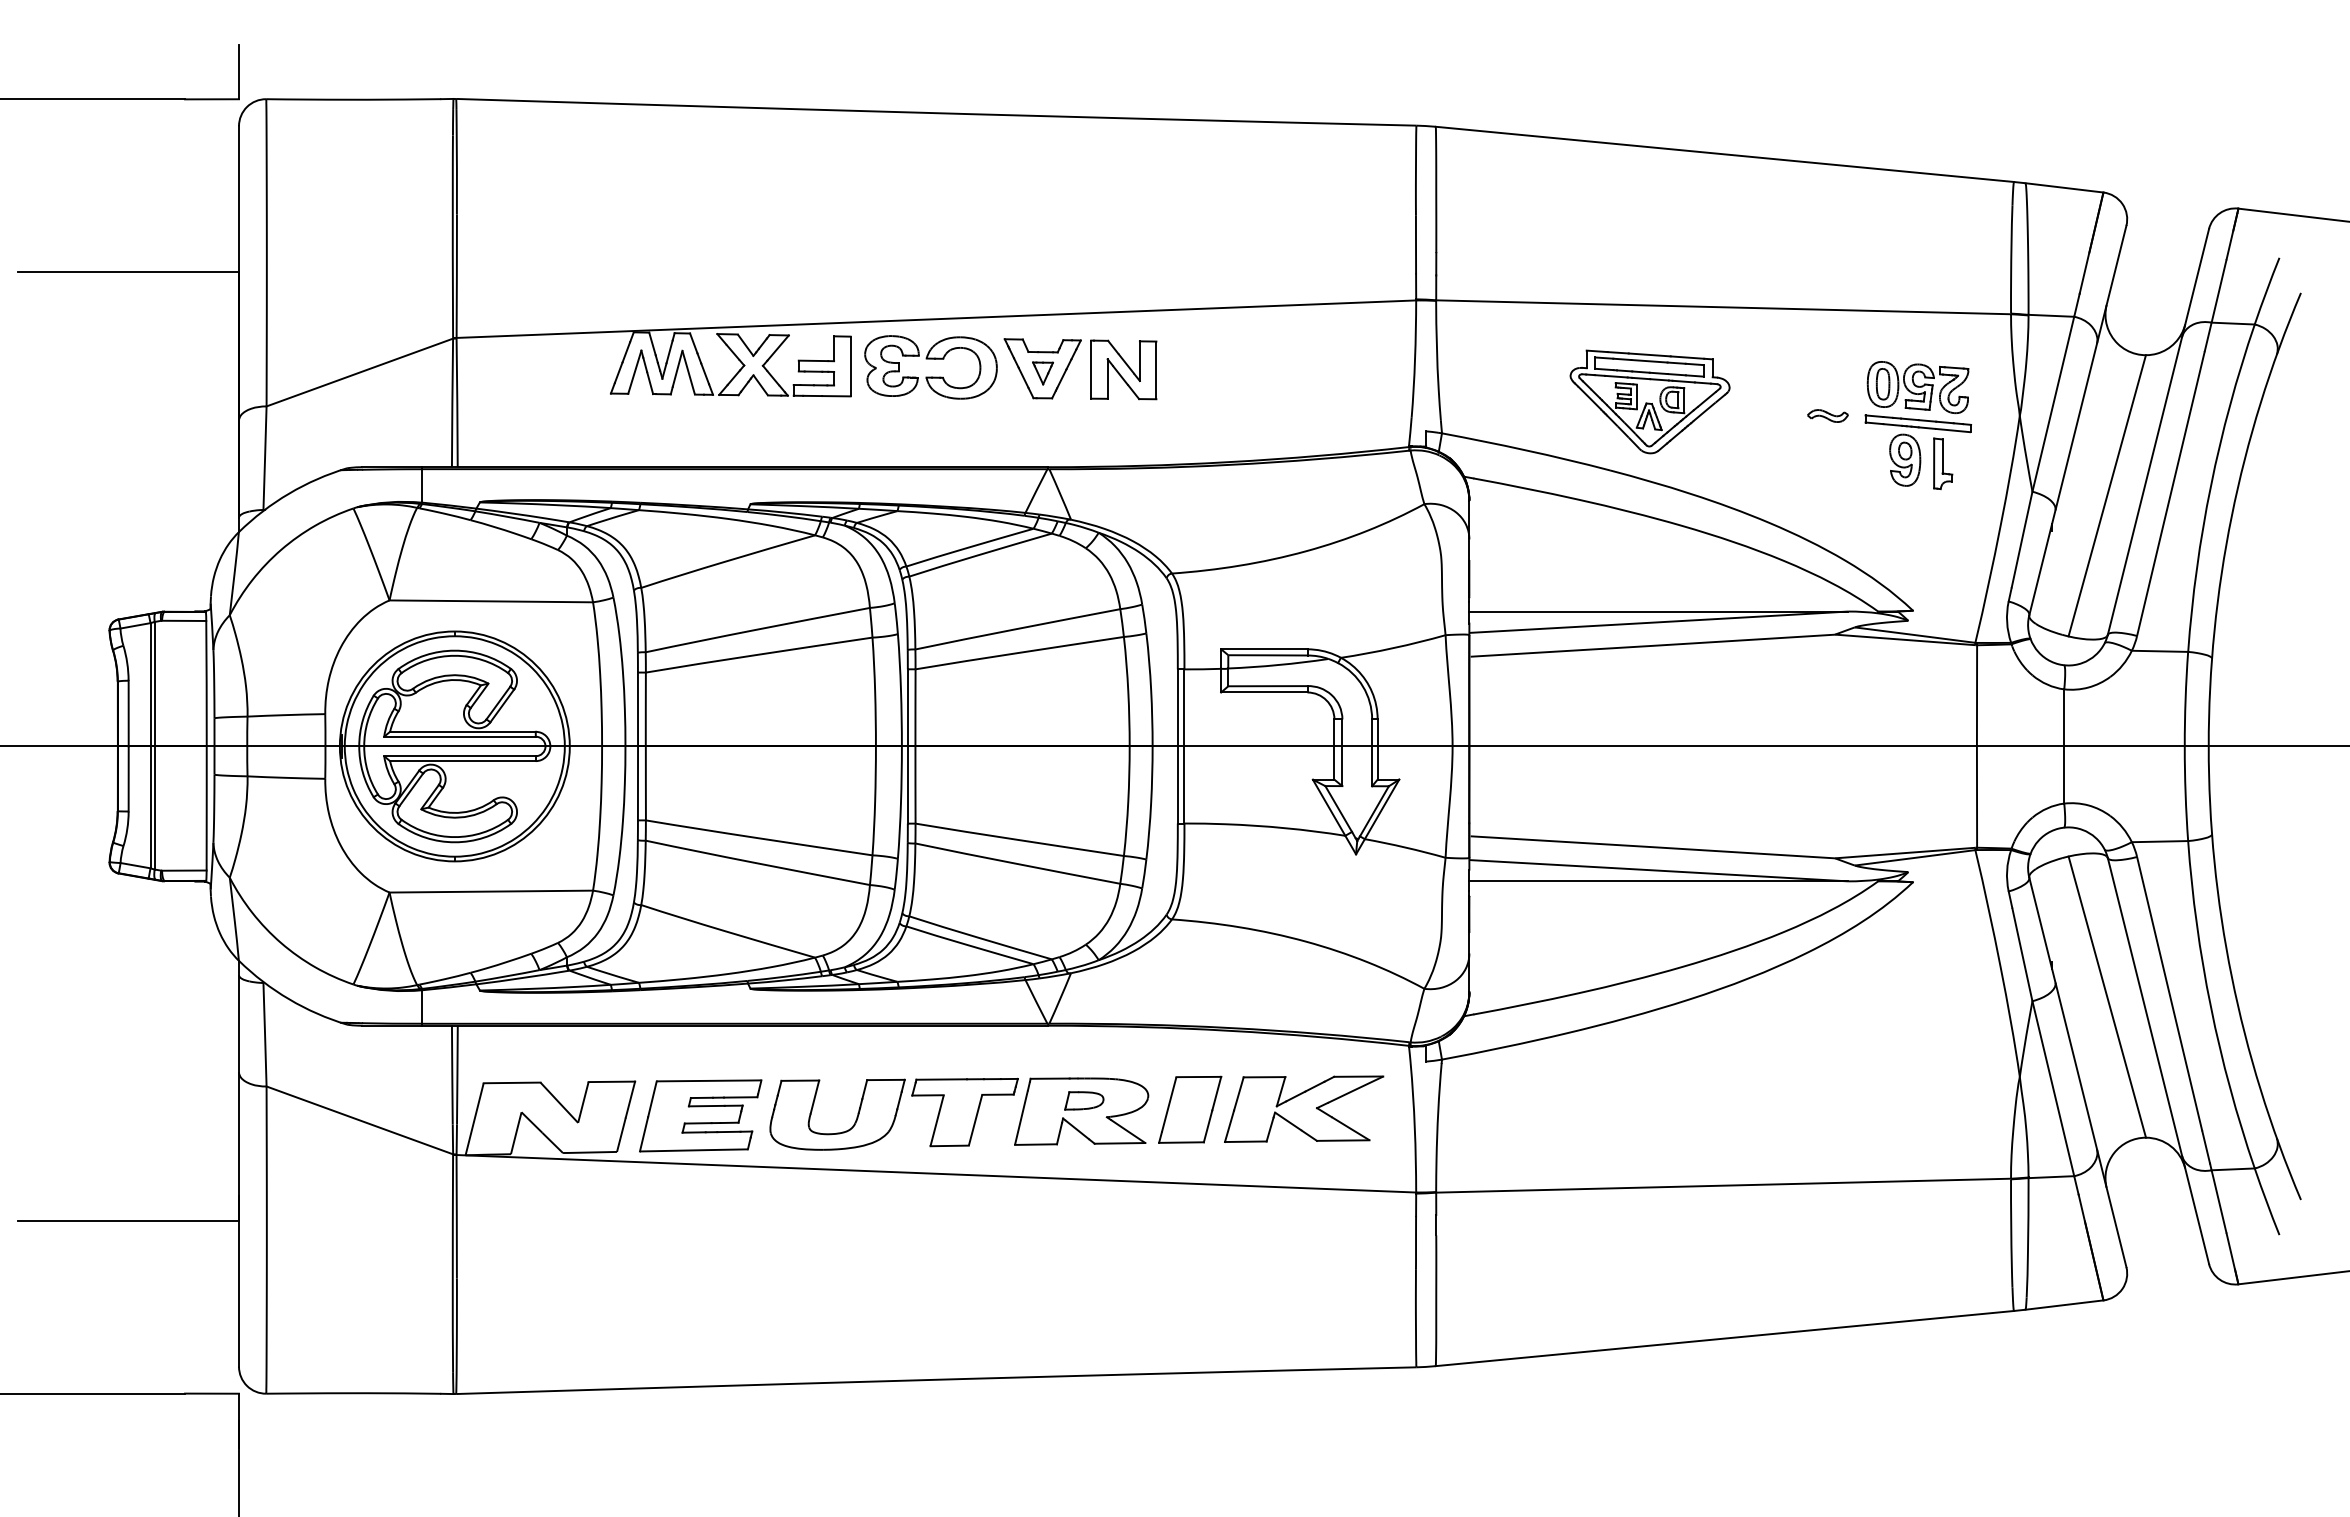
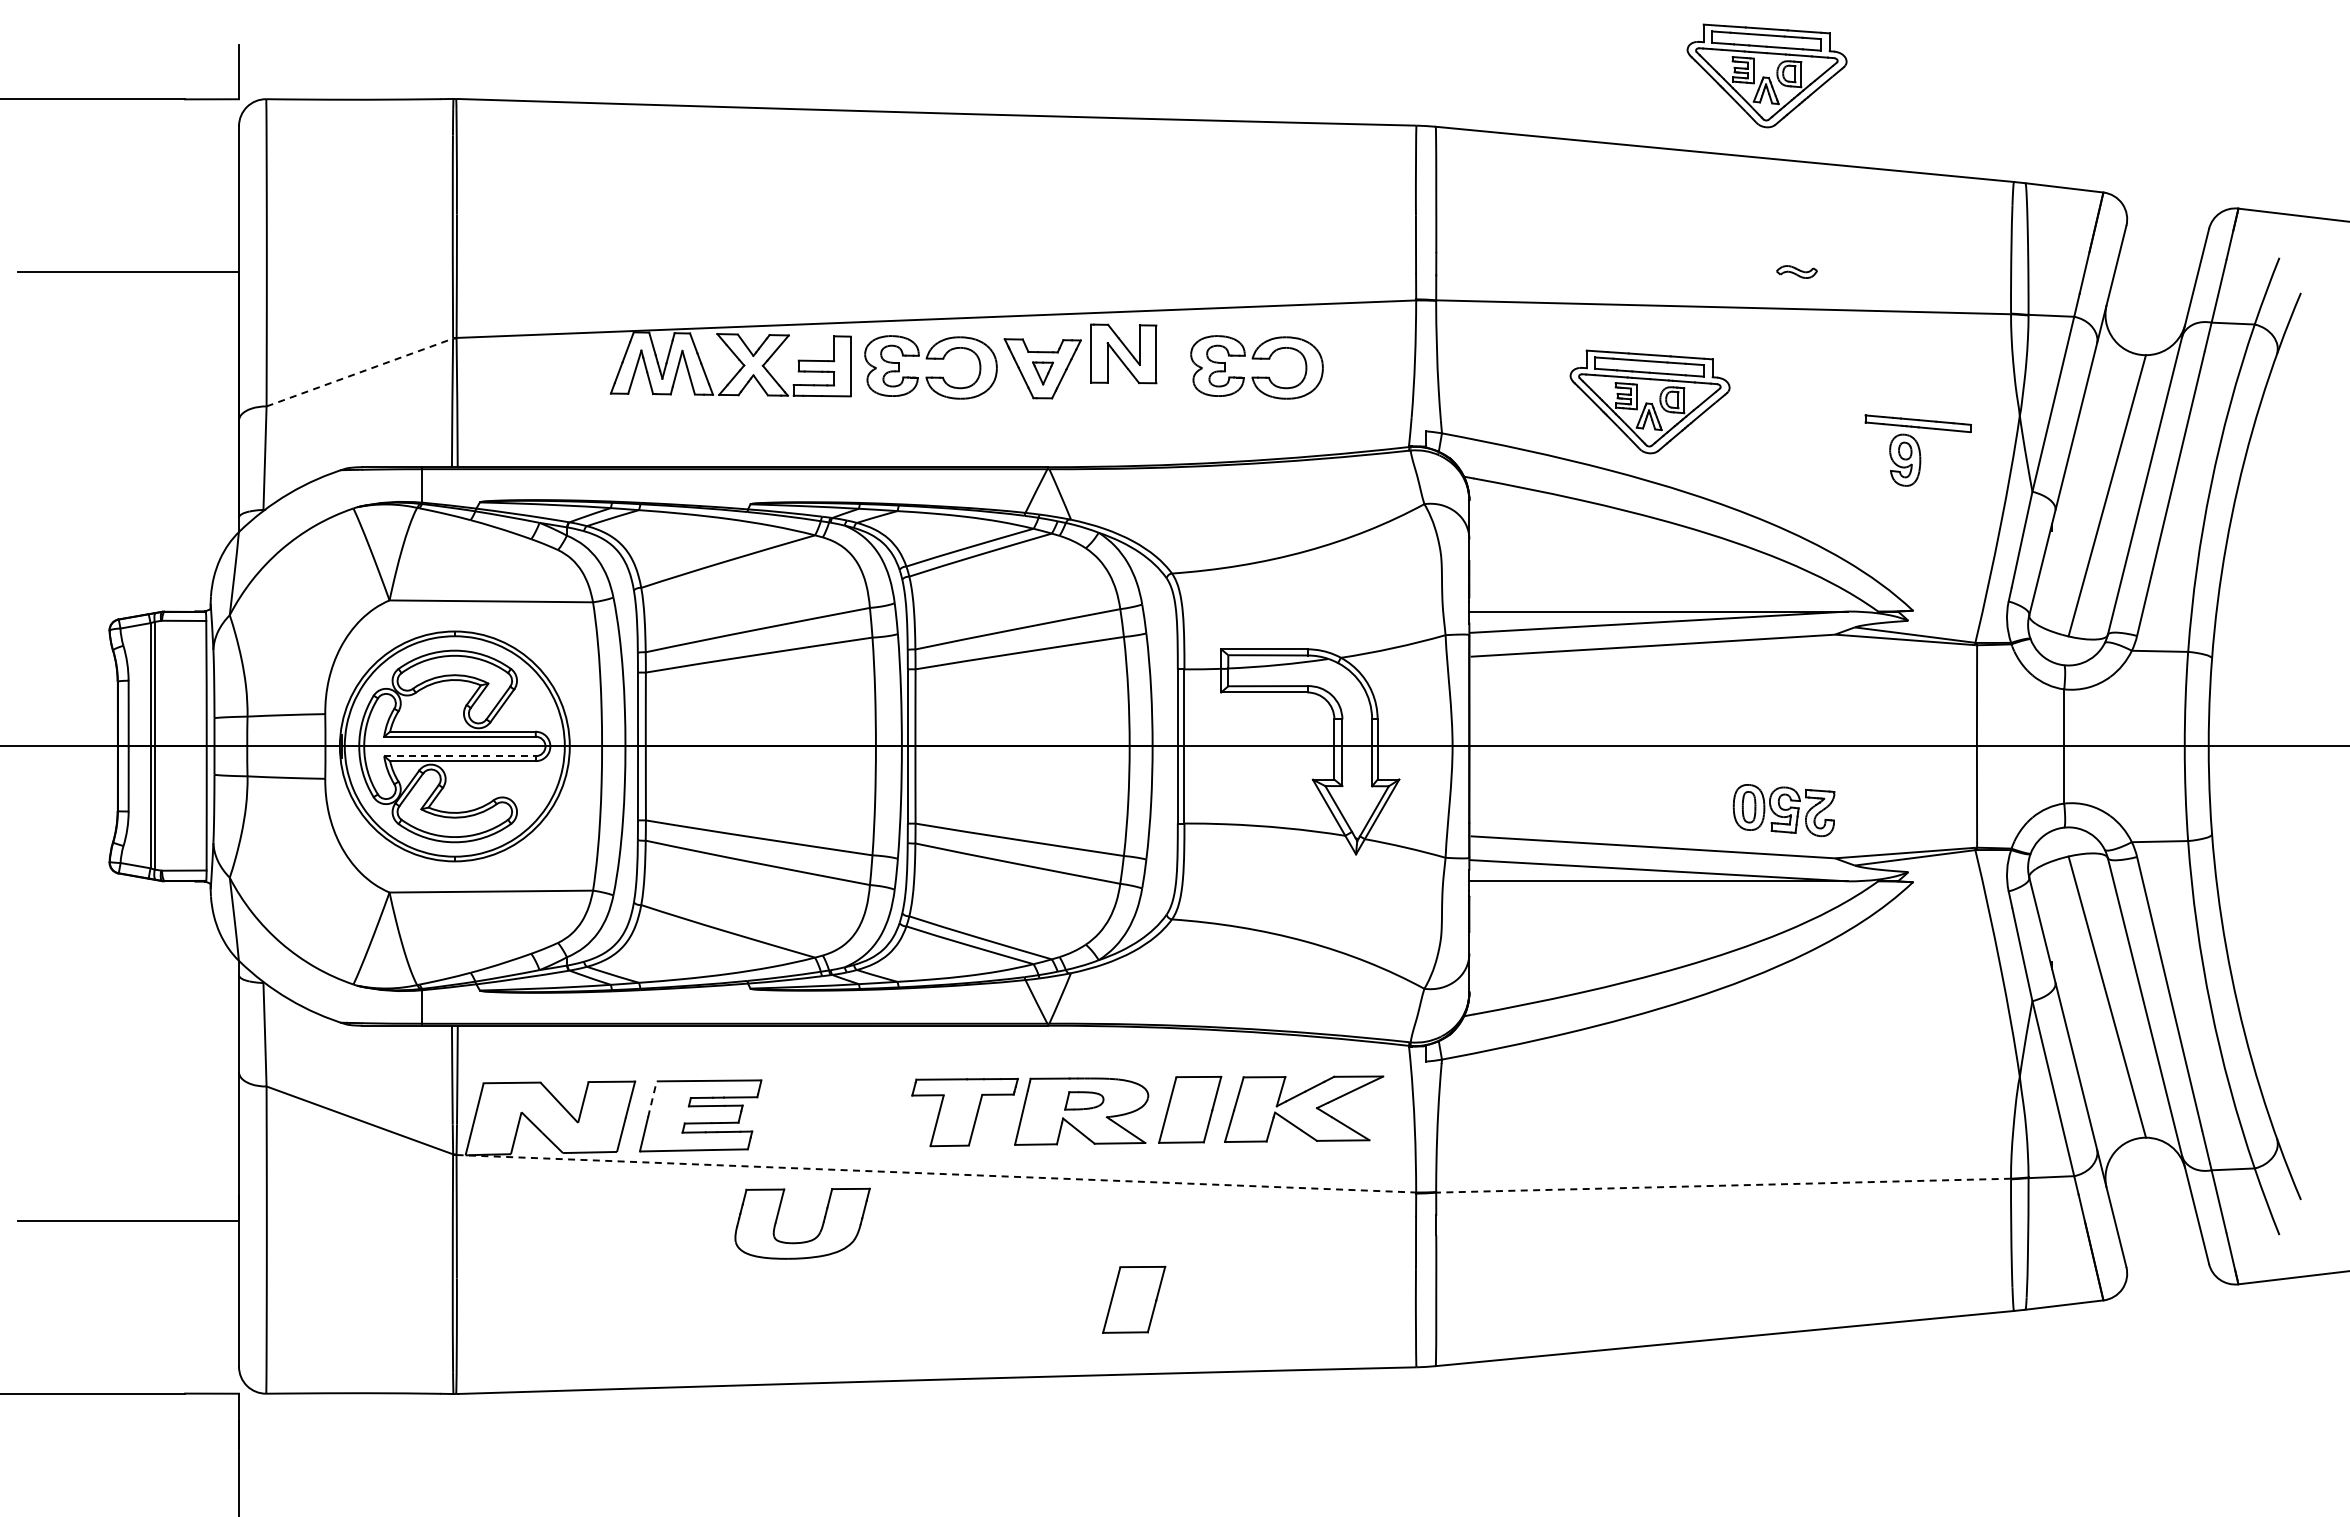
part at (1766, 75): none -> present
part at (1256, 359): none -> present
part at (1123, 369) position: (1123, 369) -> (1123, 353)
line at (360, 372): solid -> dashed
part at (1917, 387) position: (1917, 387) -> (1783, 810)
part at (1827, 415) position: (1827, 415) -> (1796, 271)
part at (1943, 463): present -> none
line at (460, 756): solid -> dashed
line at (652, 1098): solid -> dashed
part at (842, 1131) position: (842, 1131) -> (807, 1240)
line at (936, 1173): solid -> dashed
line at (1723, 1185): solid -> dashed
part at (1134, 1299): none -> present
